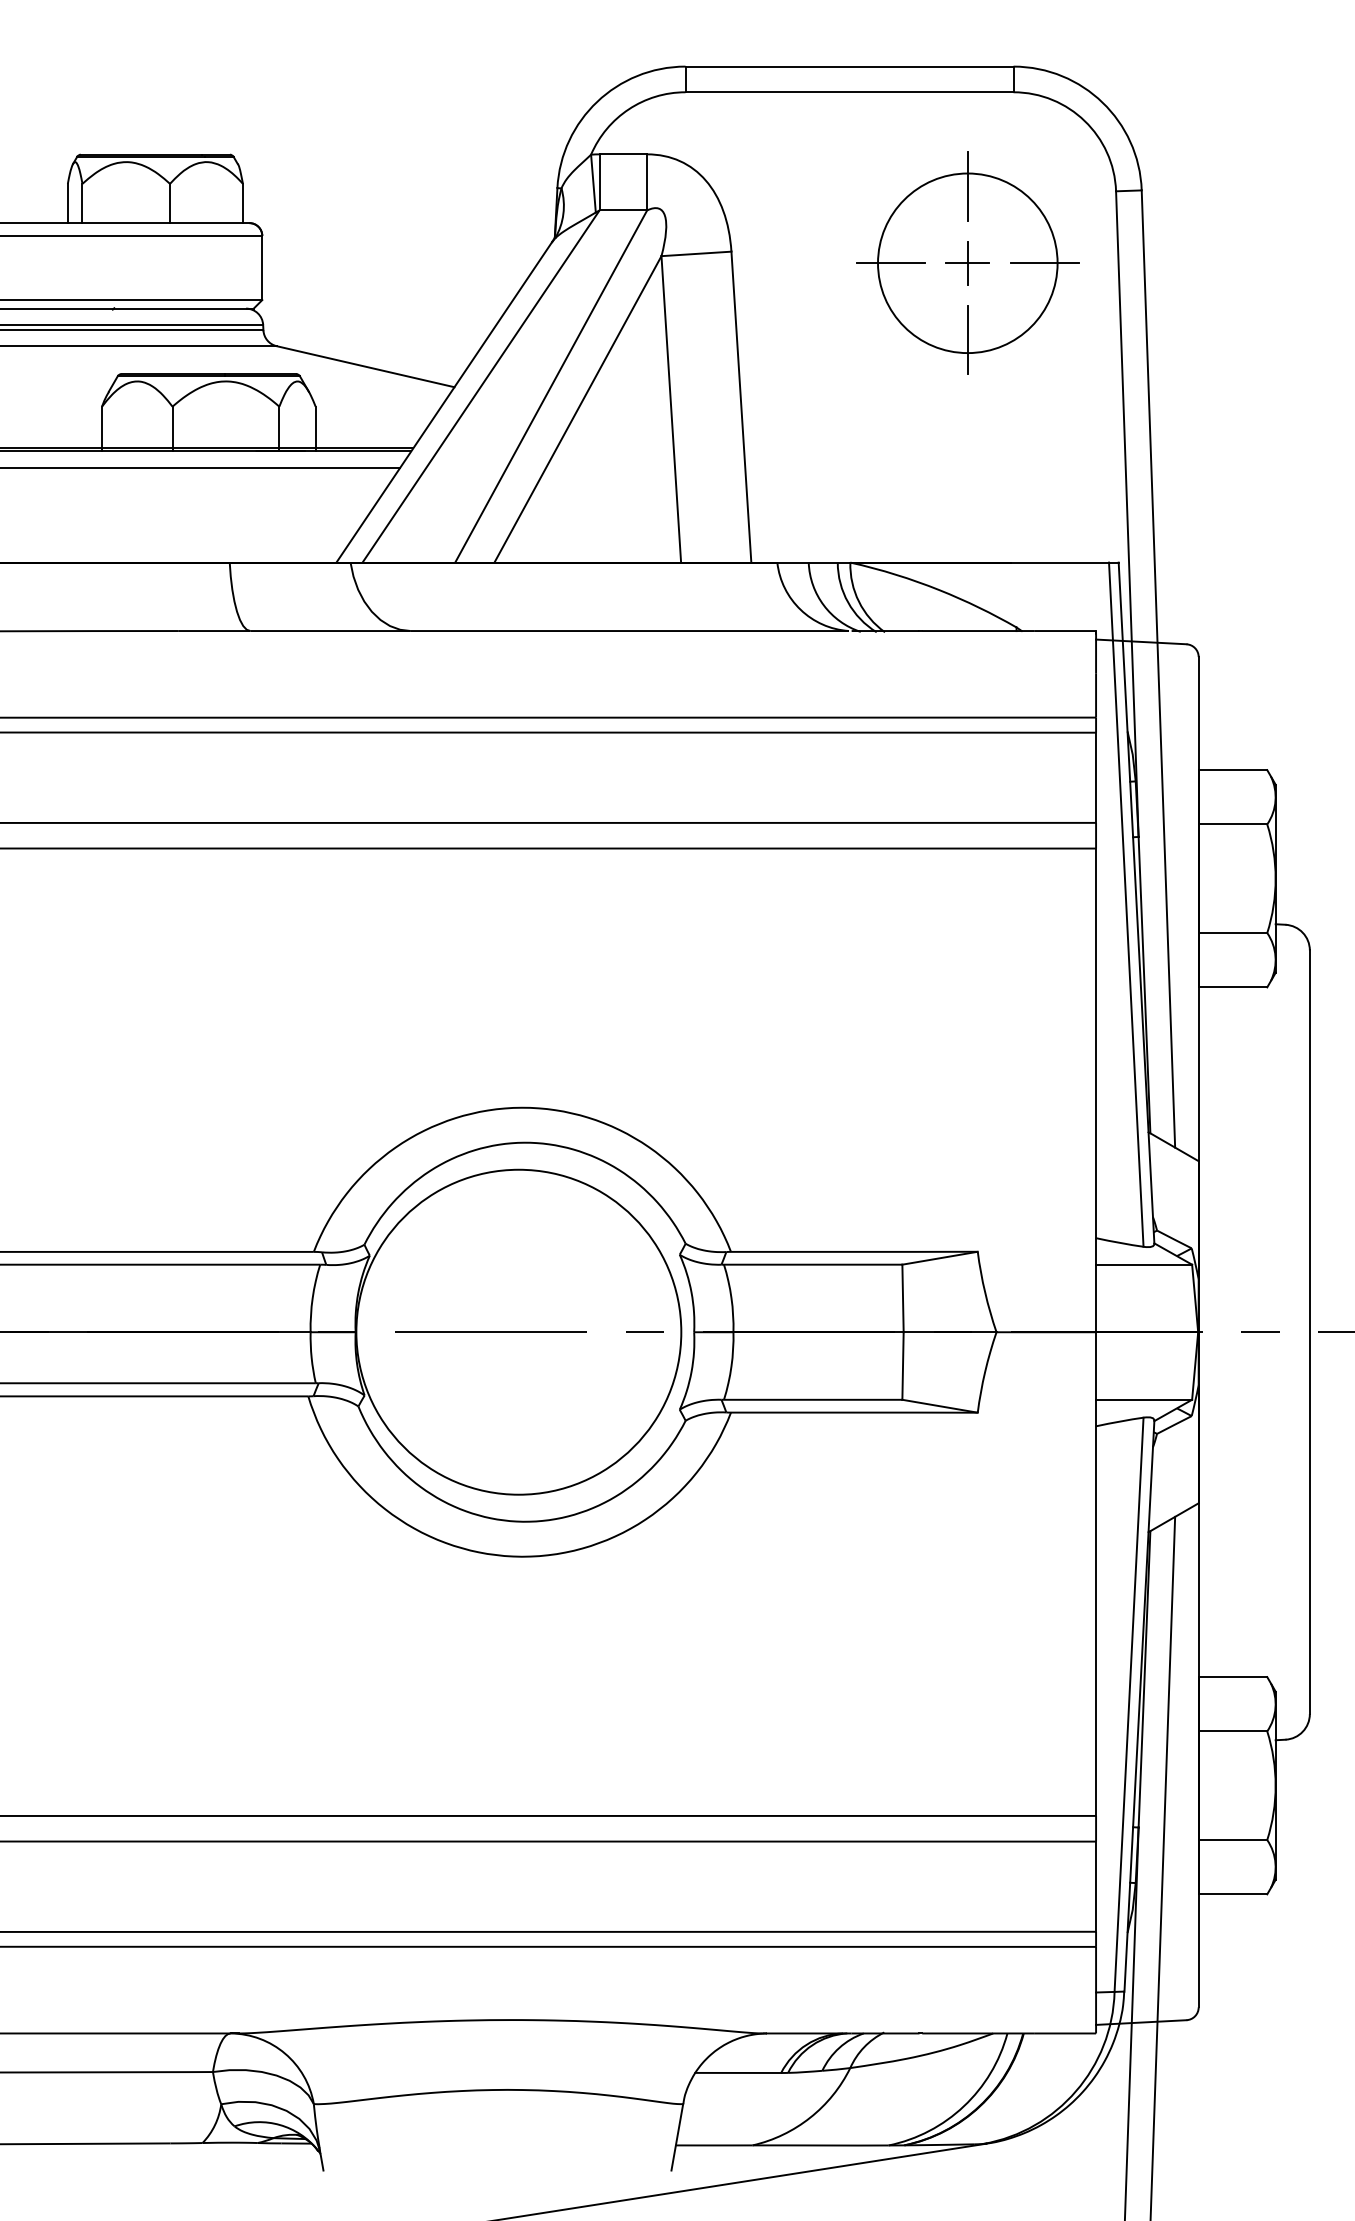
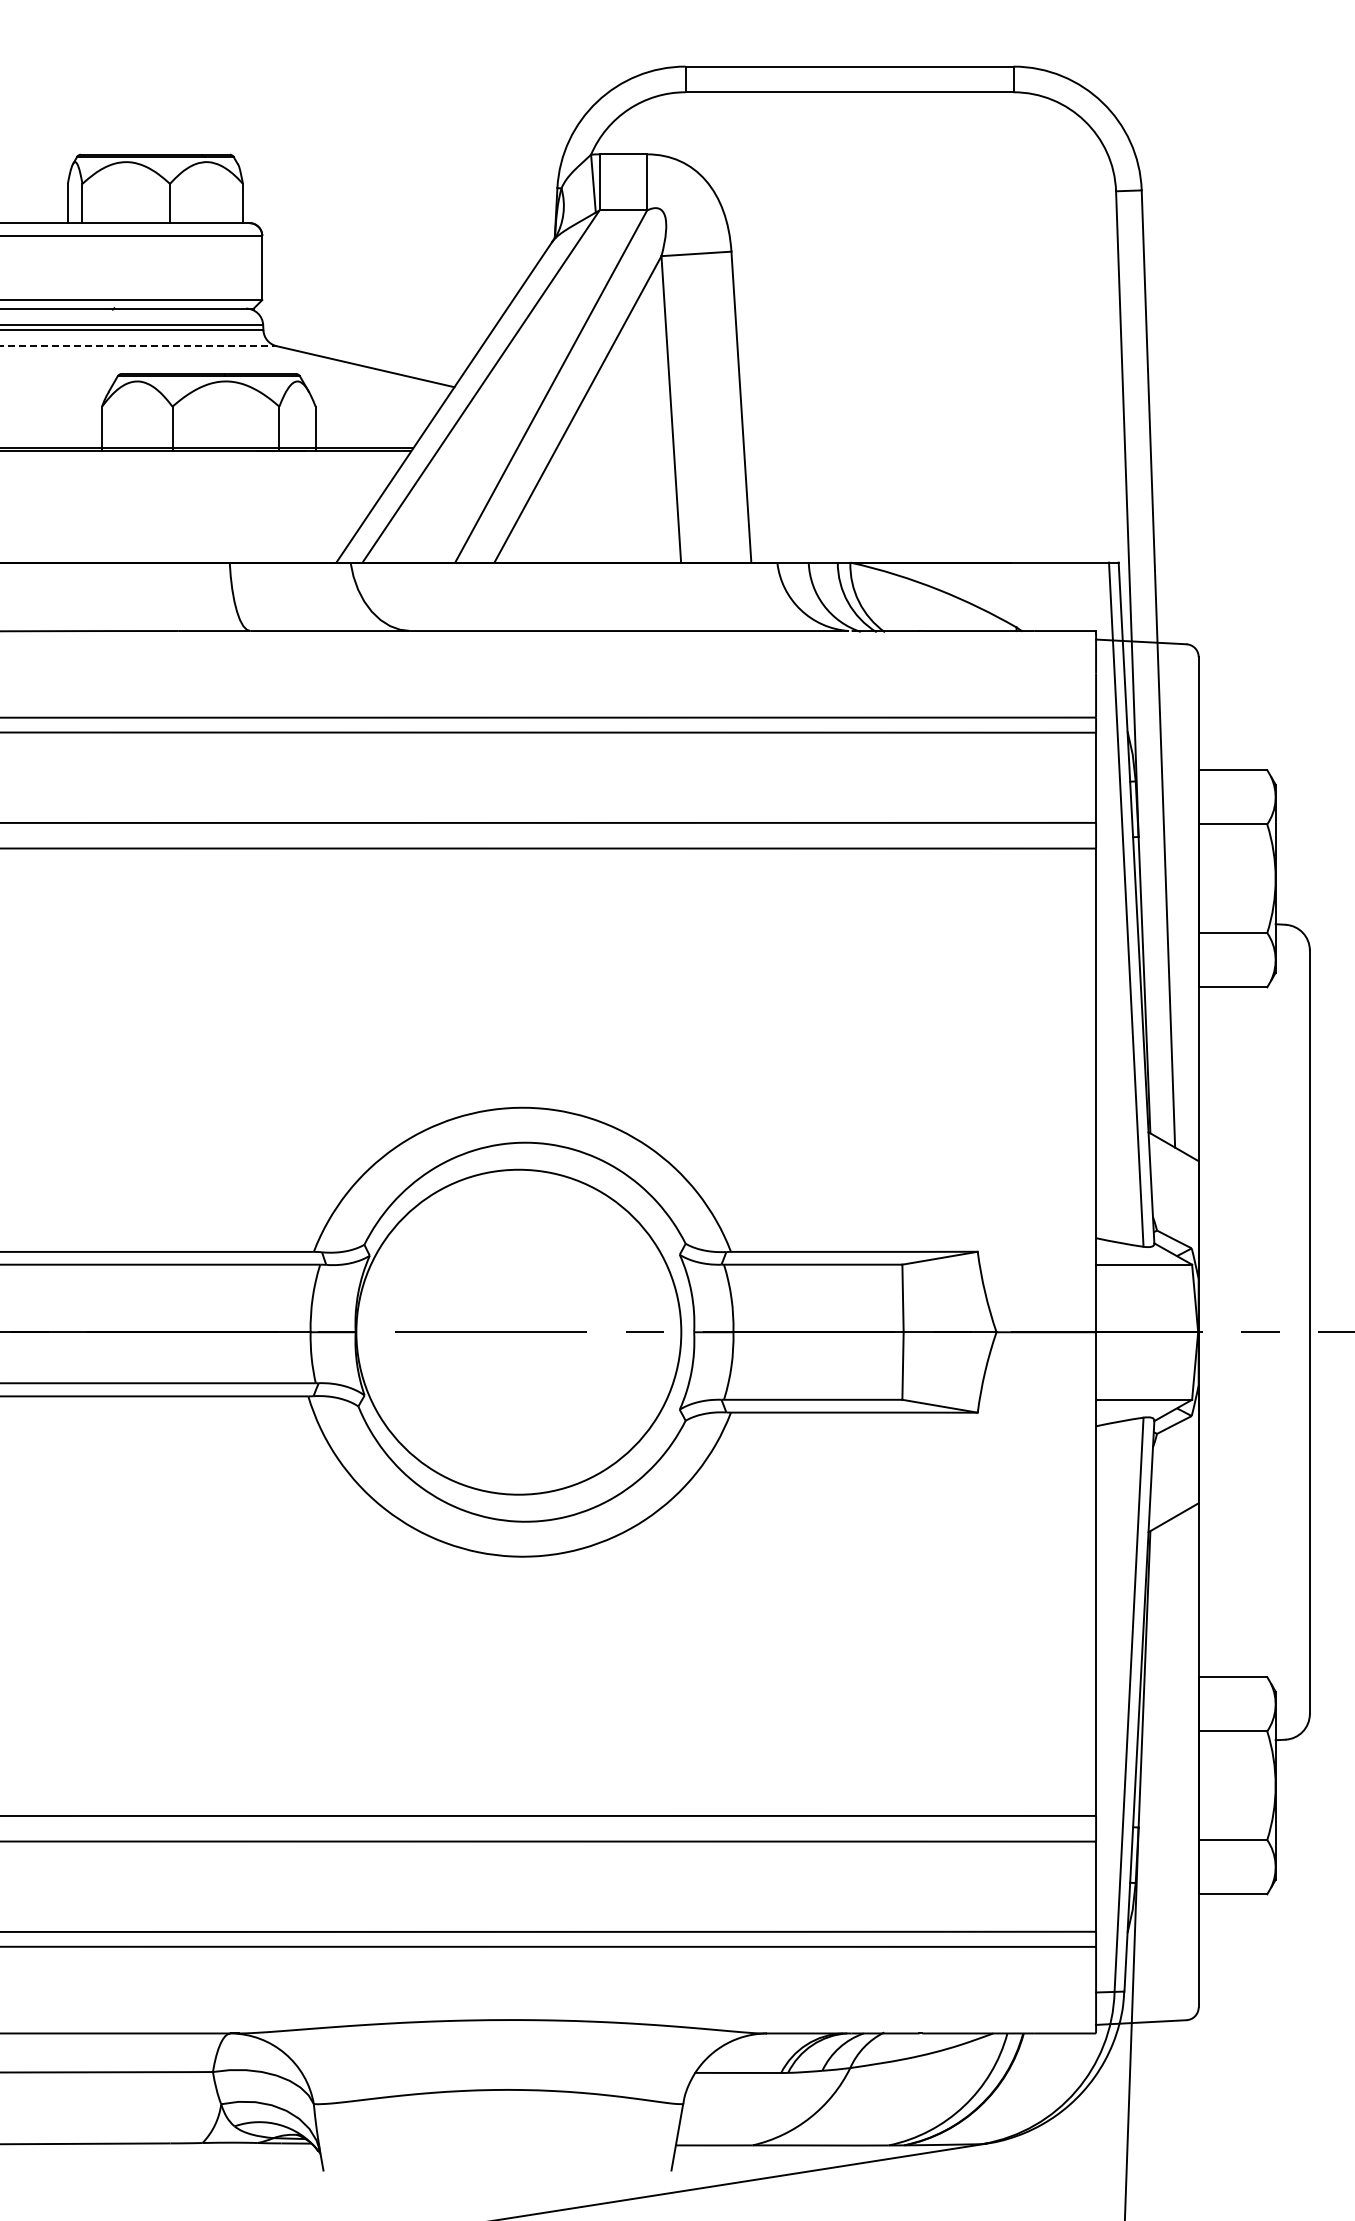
part at (967, 262): present -> none
line at (138, 346): solid -> dashed
line at (201, 467): present -> none
line at (1162, 1866): present -> none
